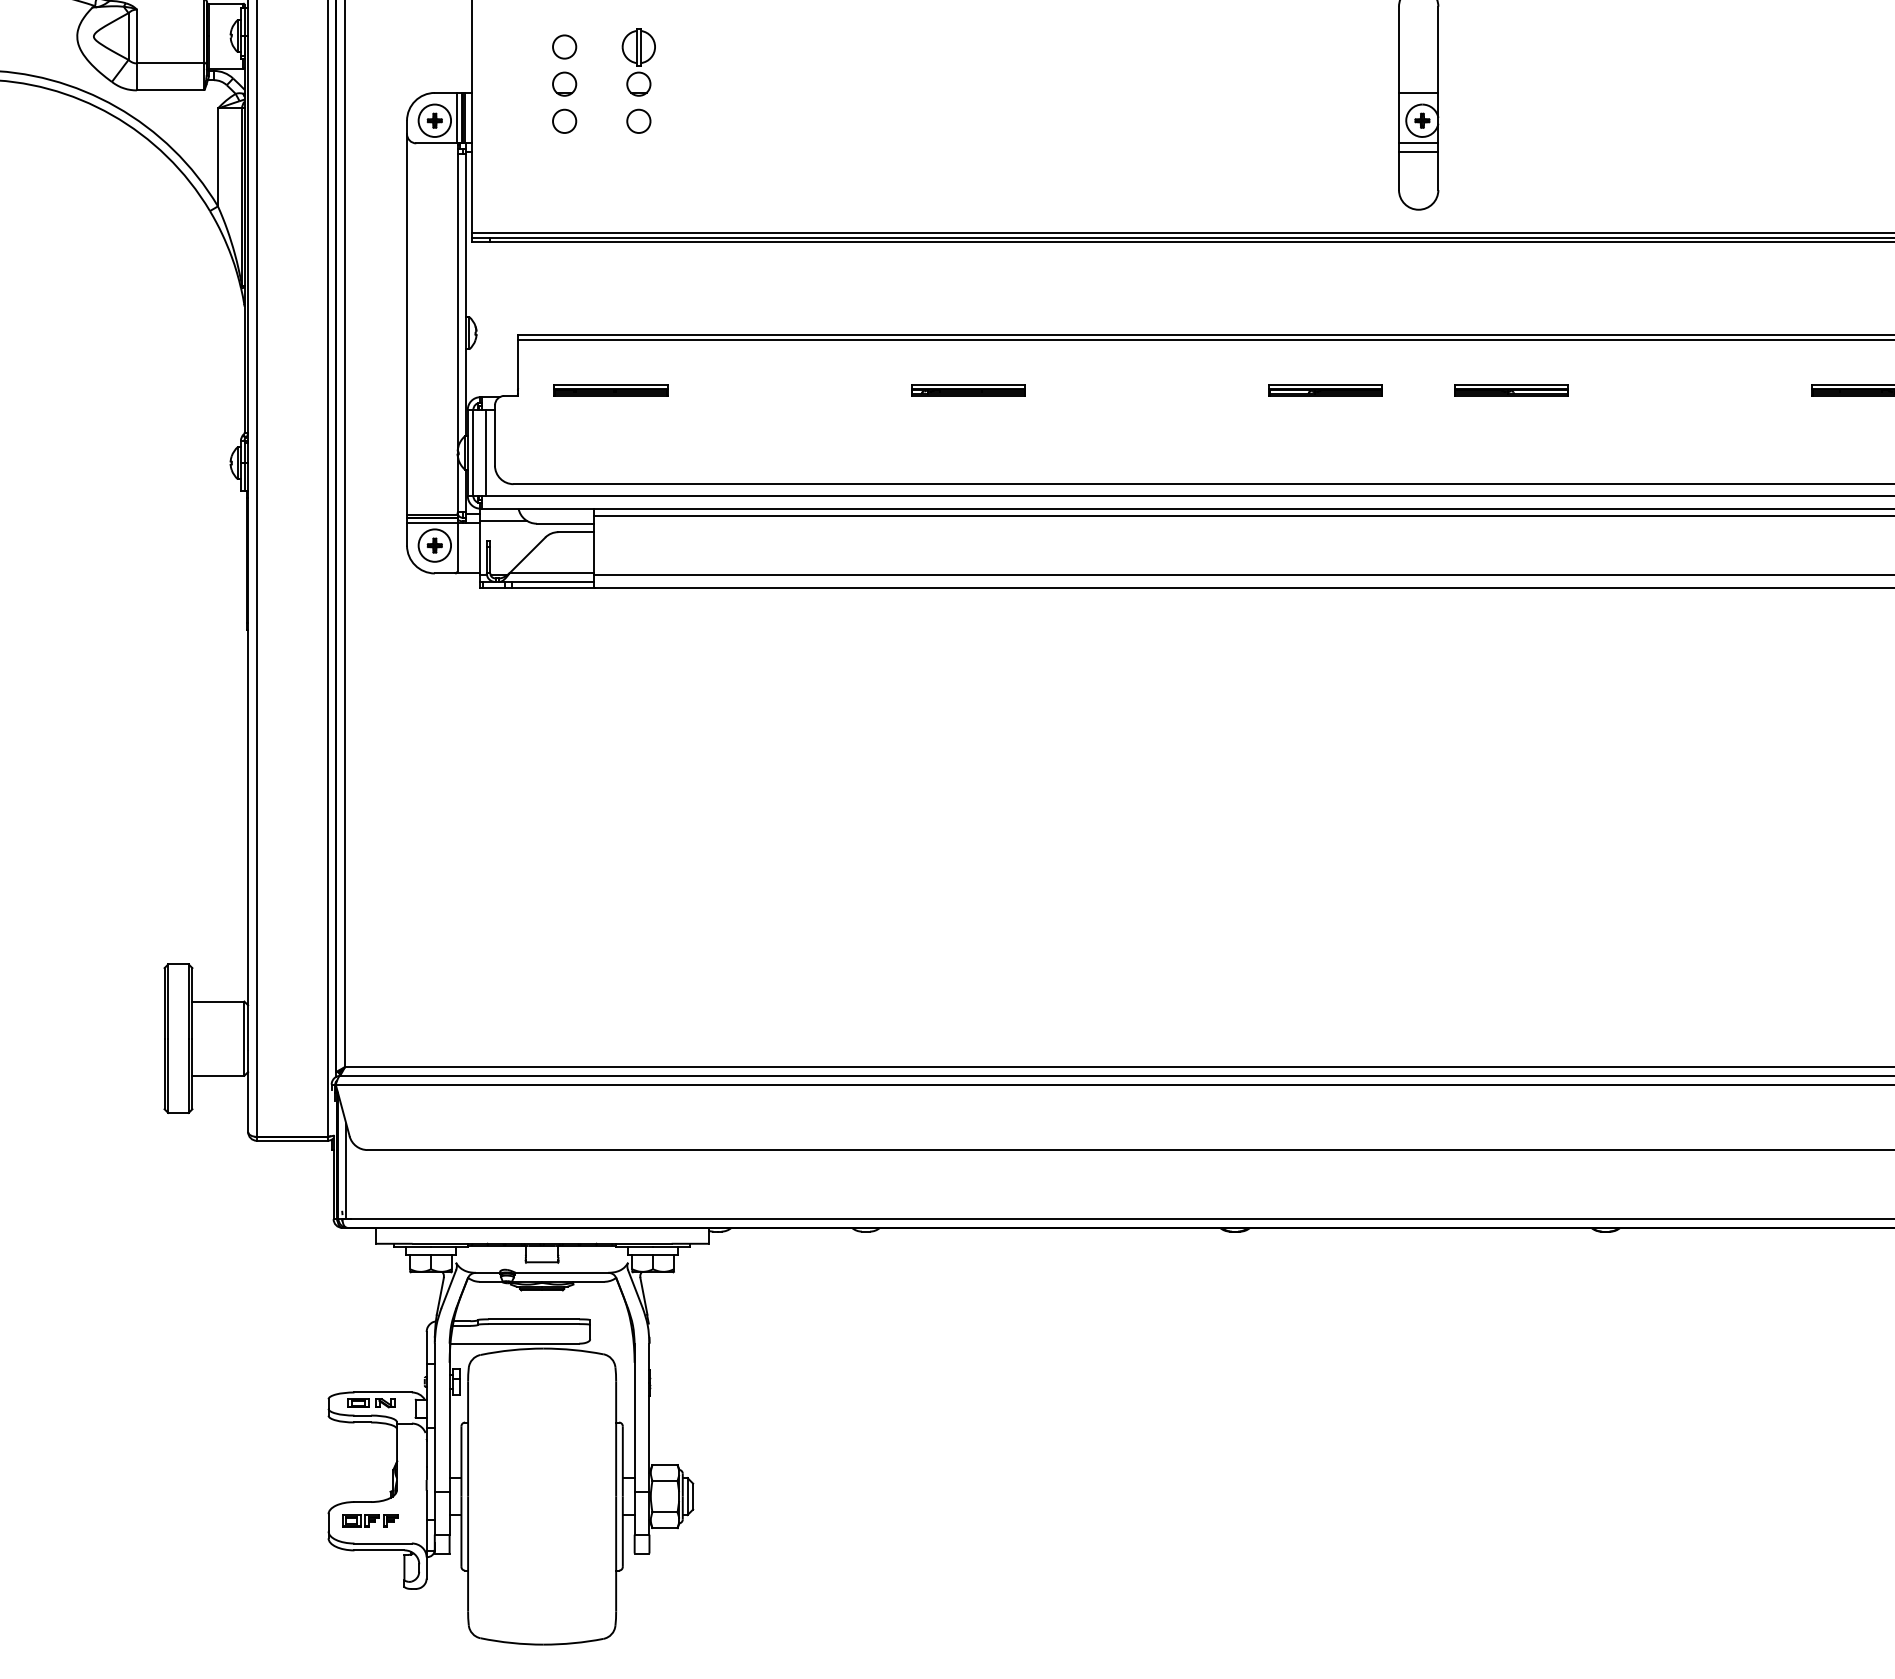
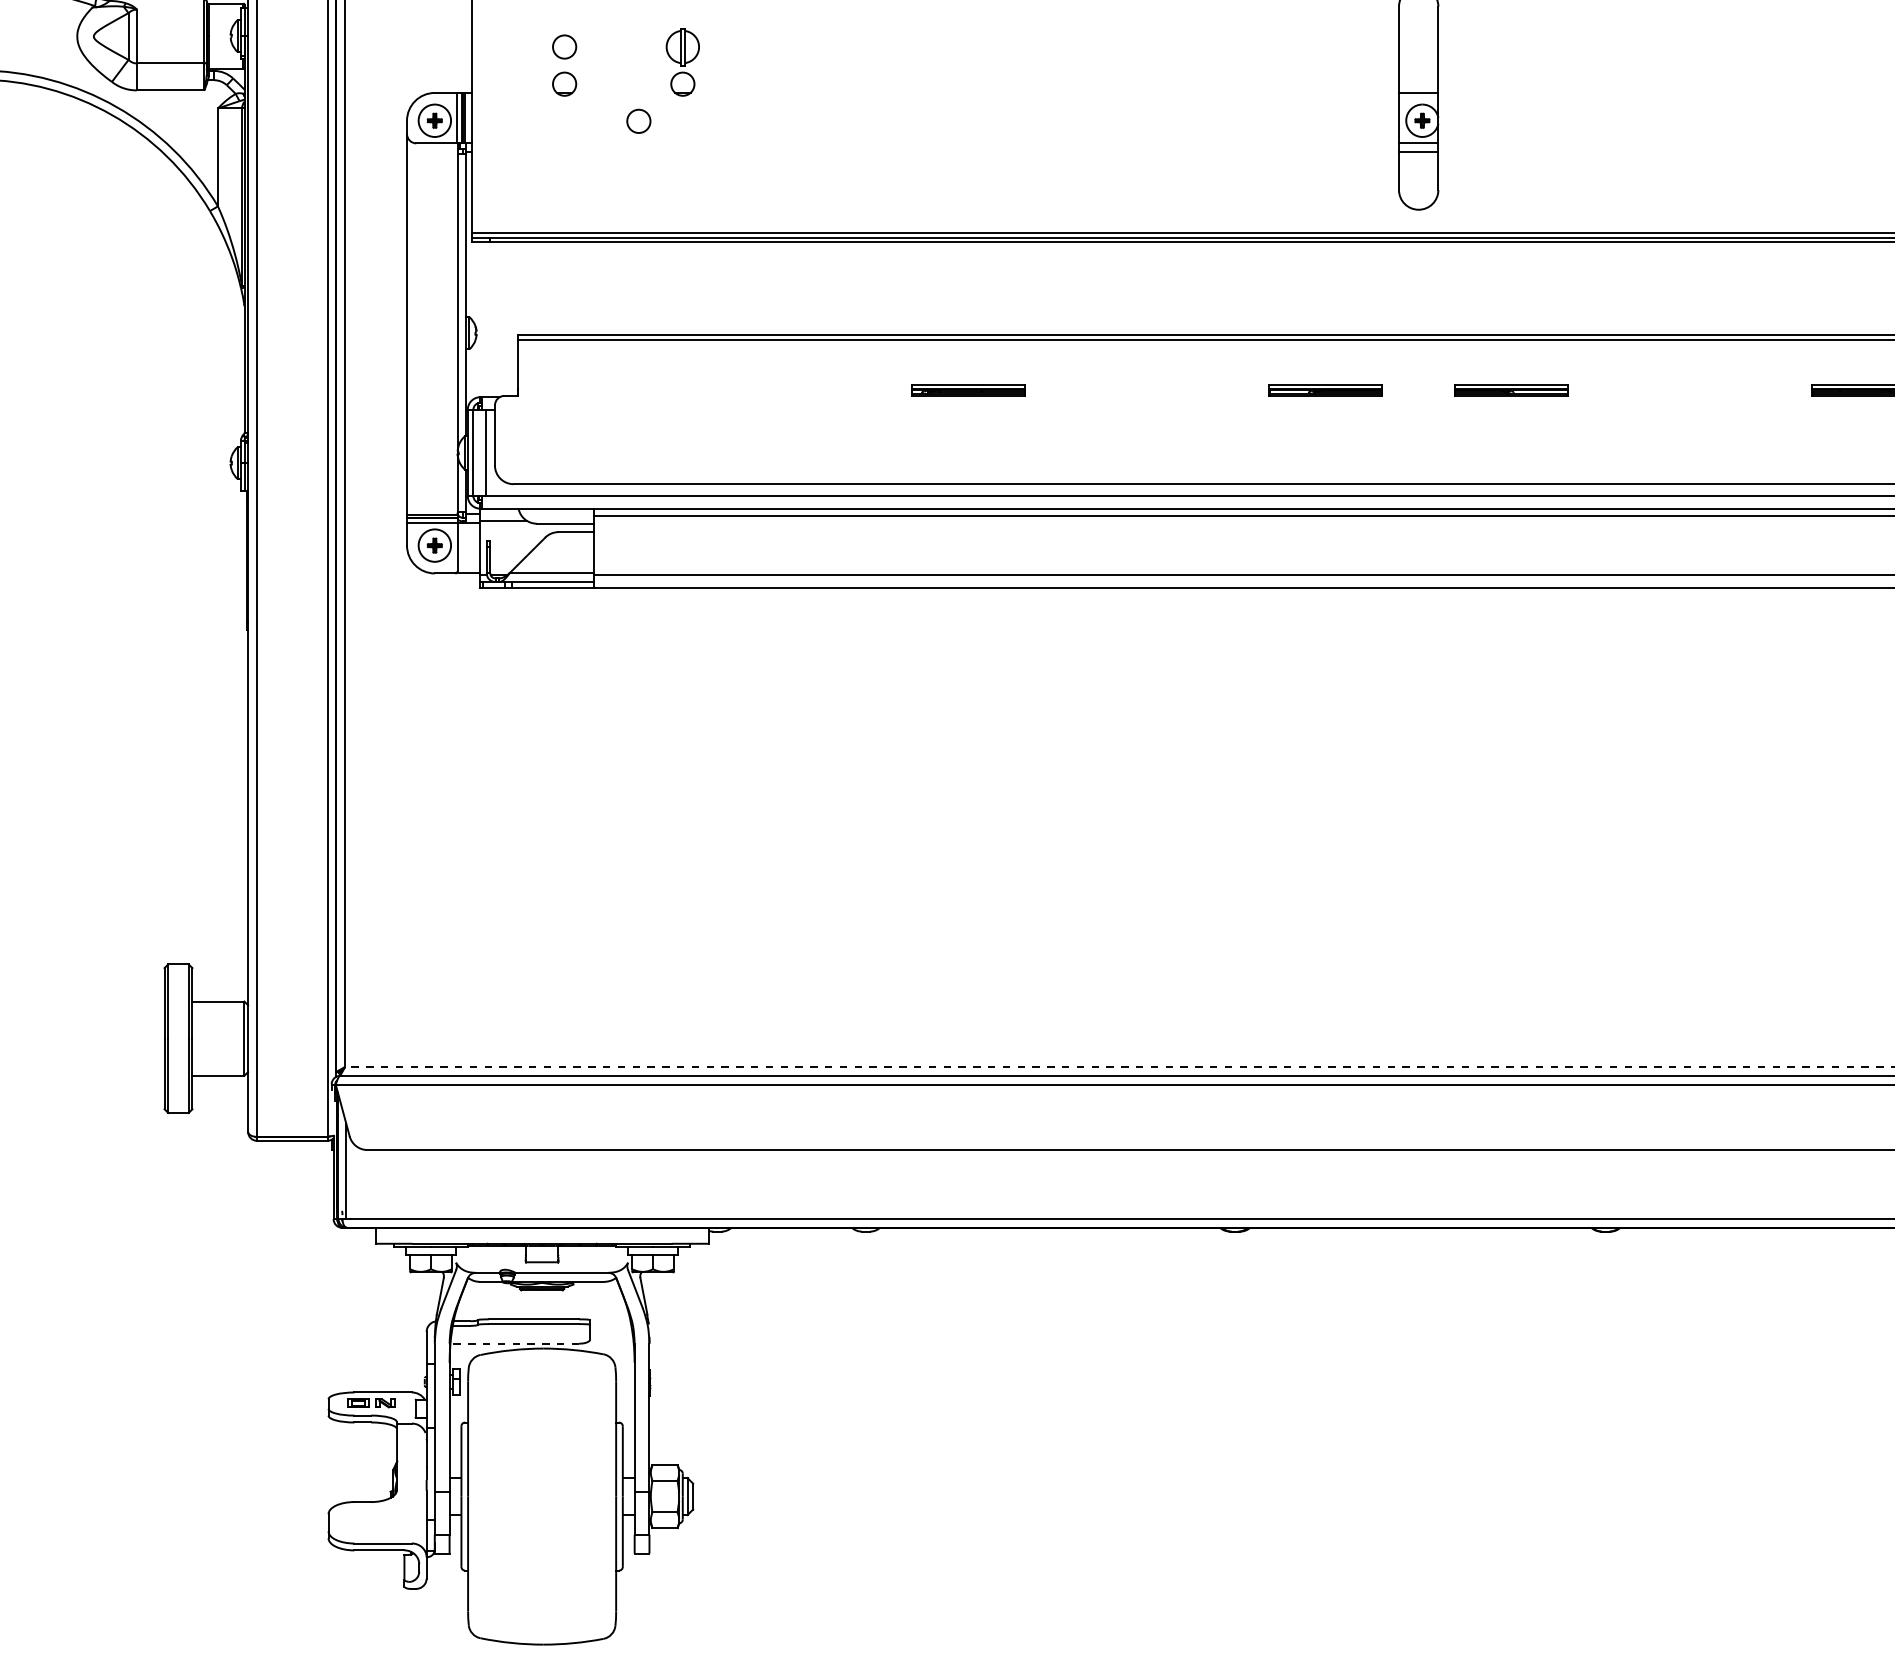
part at (638, 62) position: (638, 62) -> (682, 62)
circle at (564, 120): present -> none
part at (610, 390): present -> none
line at (1119, 1067): solid -> dashed
line at (514, 1343): solid -> dashed
part at (370, 1520): present -> none
